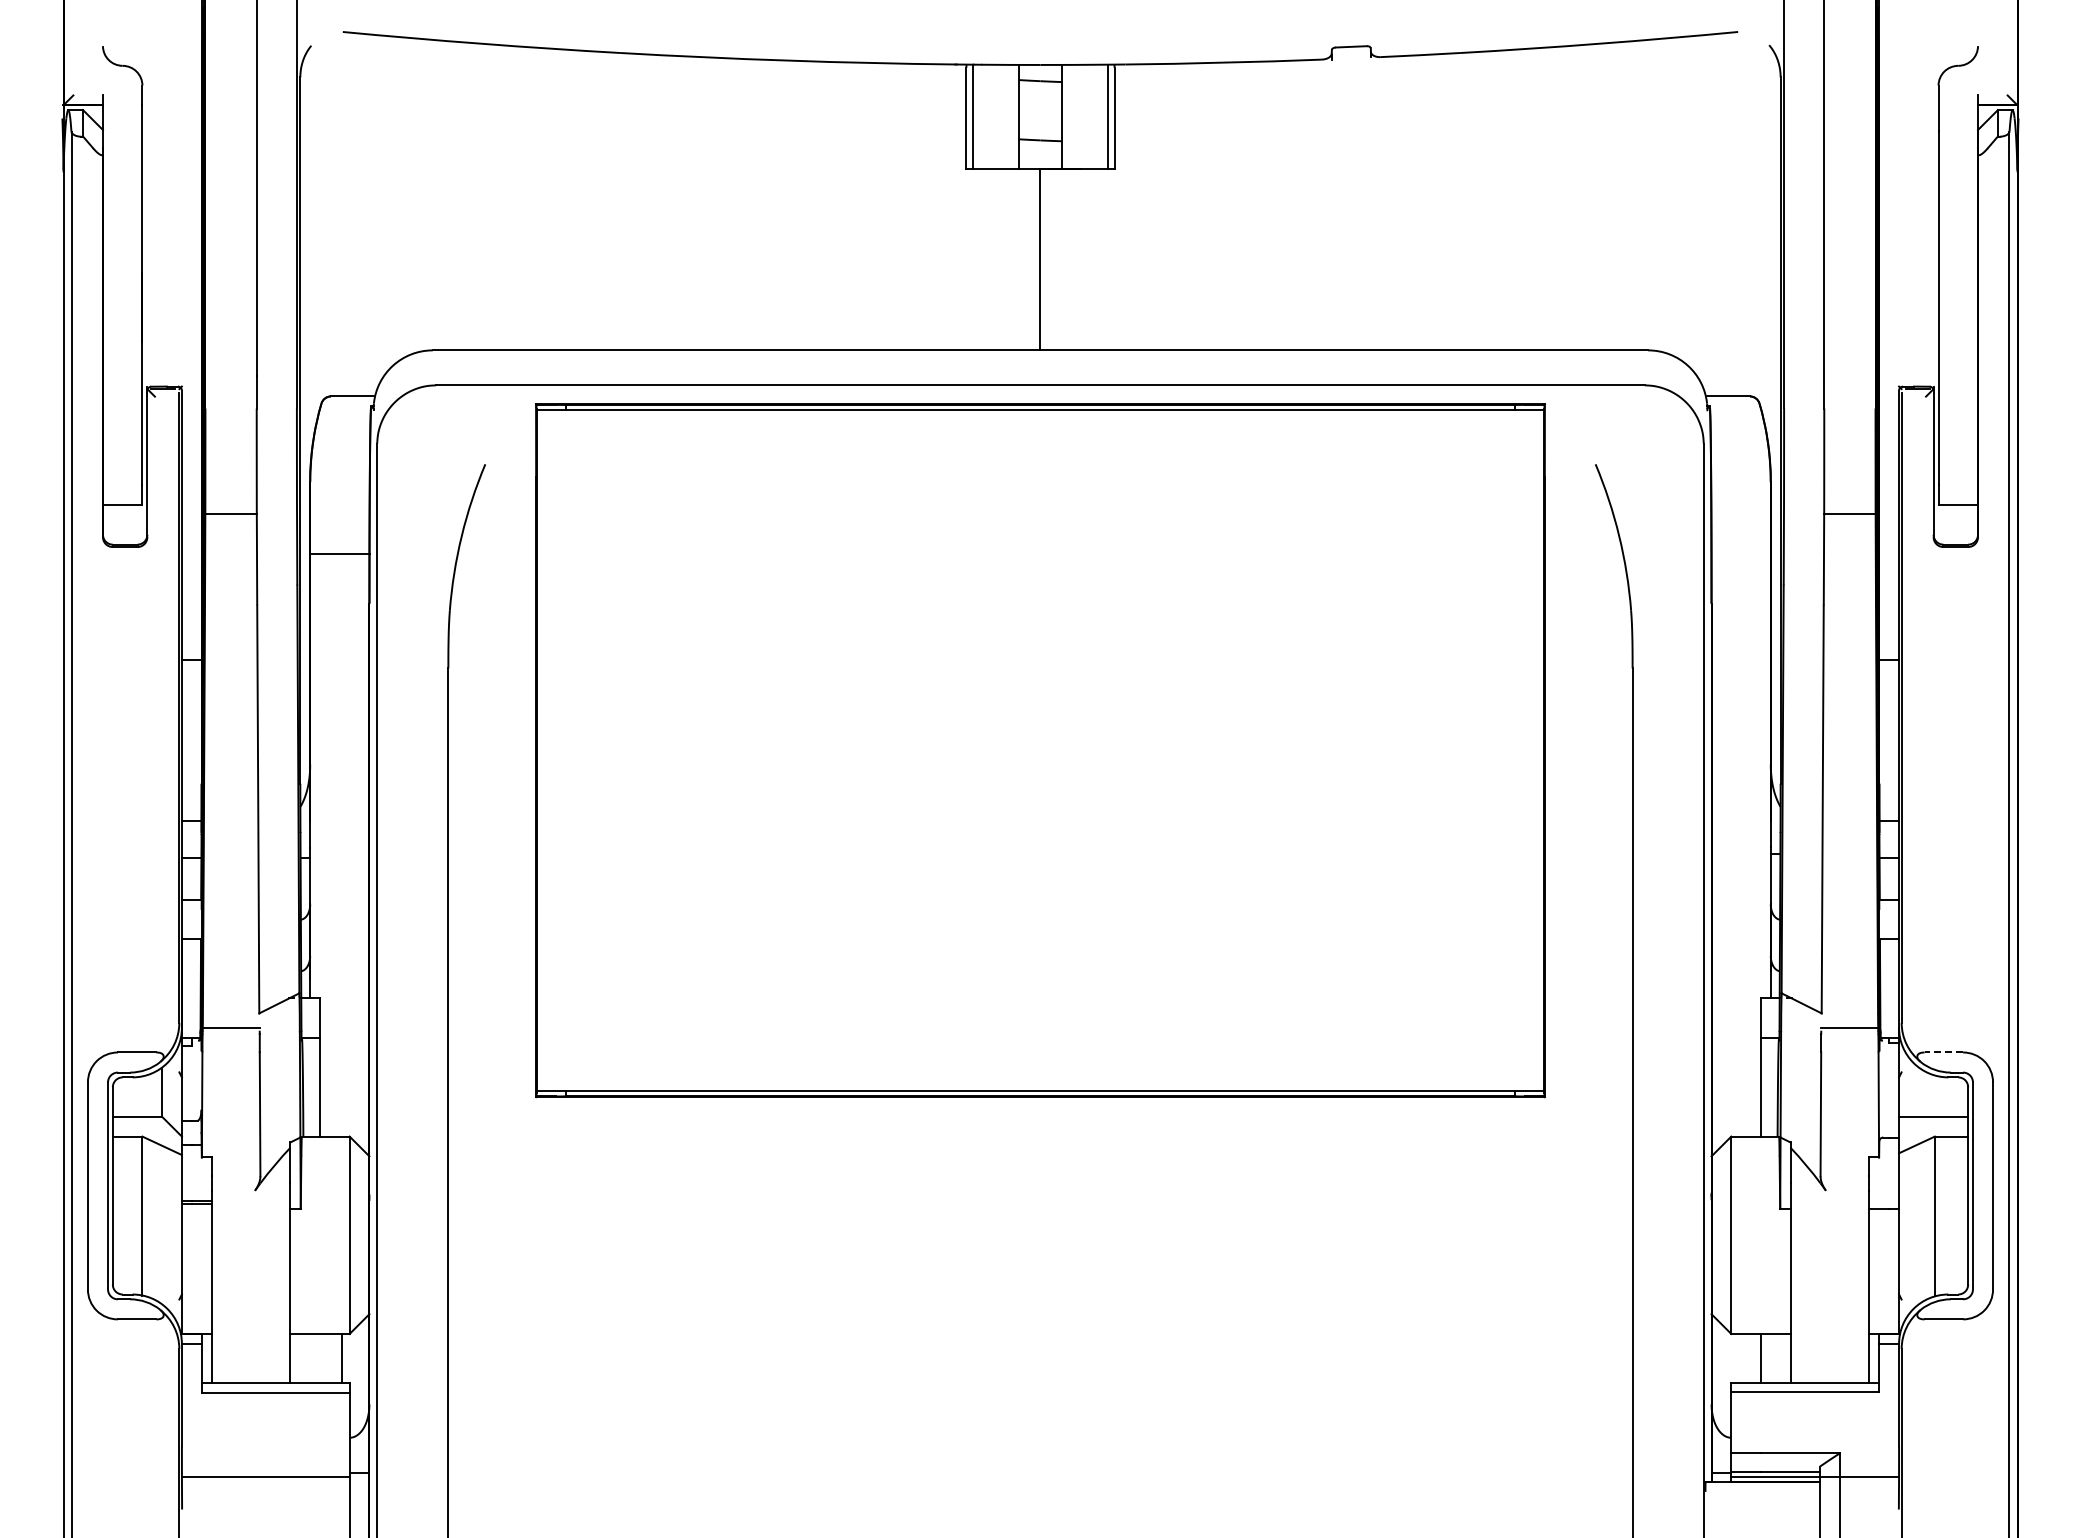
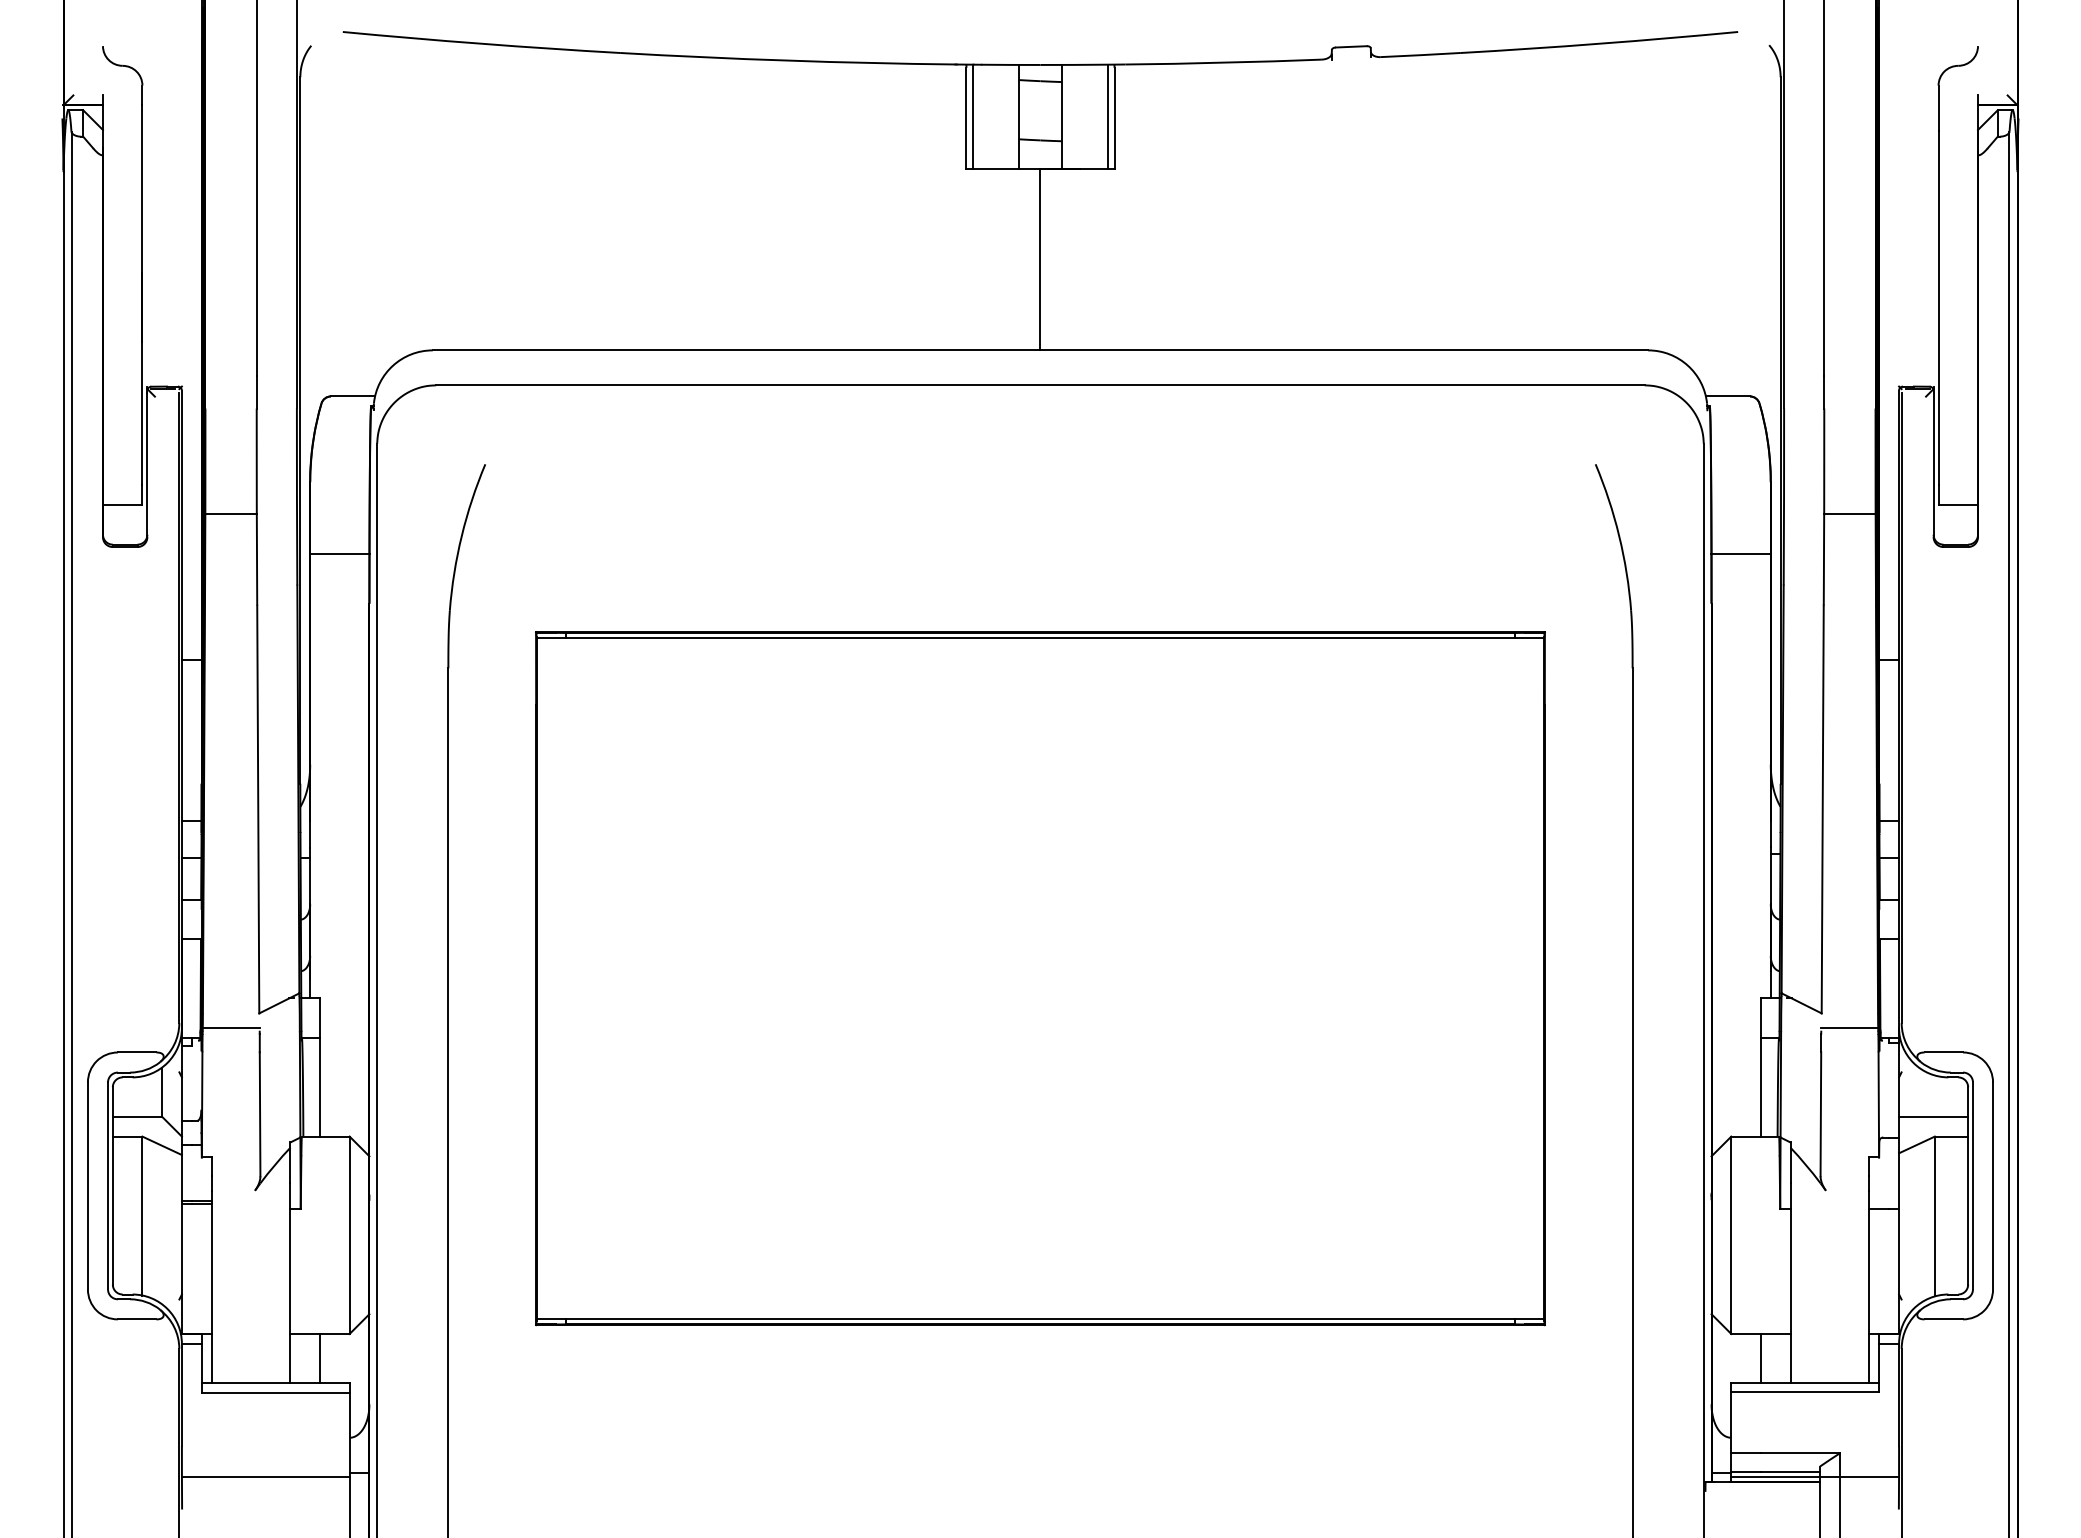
line at (1740, 554): none -> present
part at (1040, 750) position: (1040, 750) -> (1040, 978)
line at (1943, 1052): dashed -> solid
line at (342, 1358) position: (342, 1358) -> (320, 1358)
